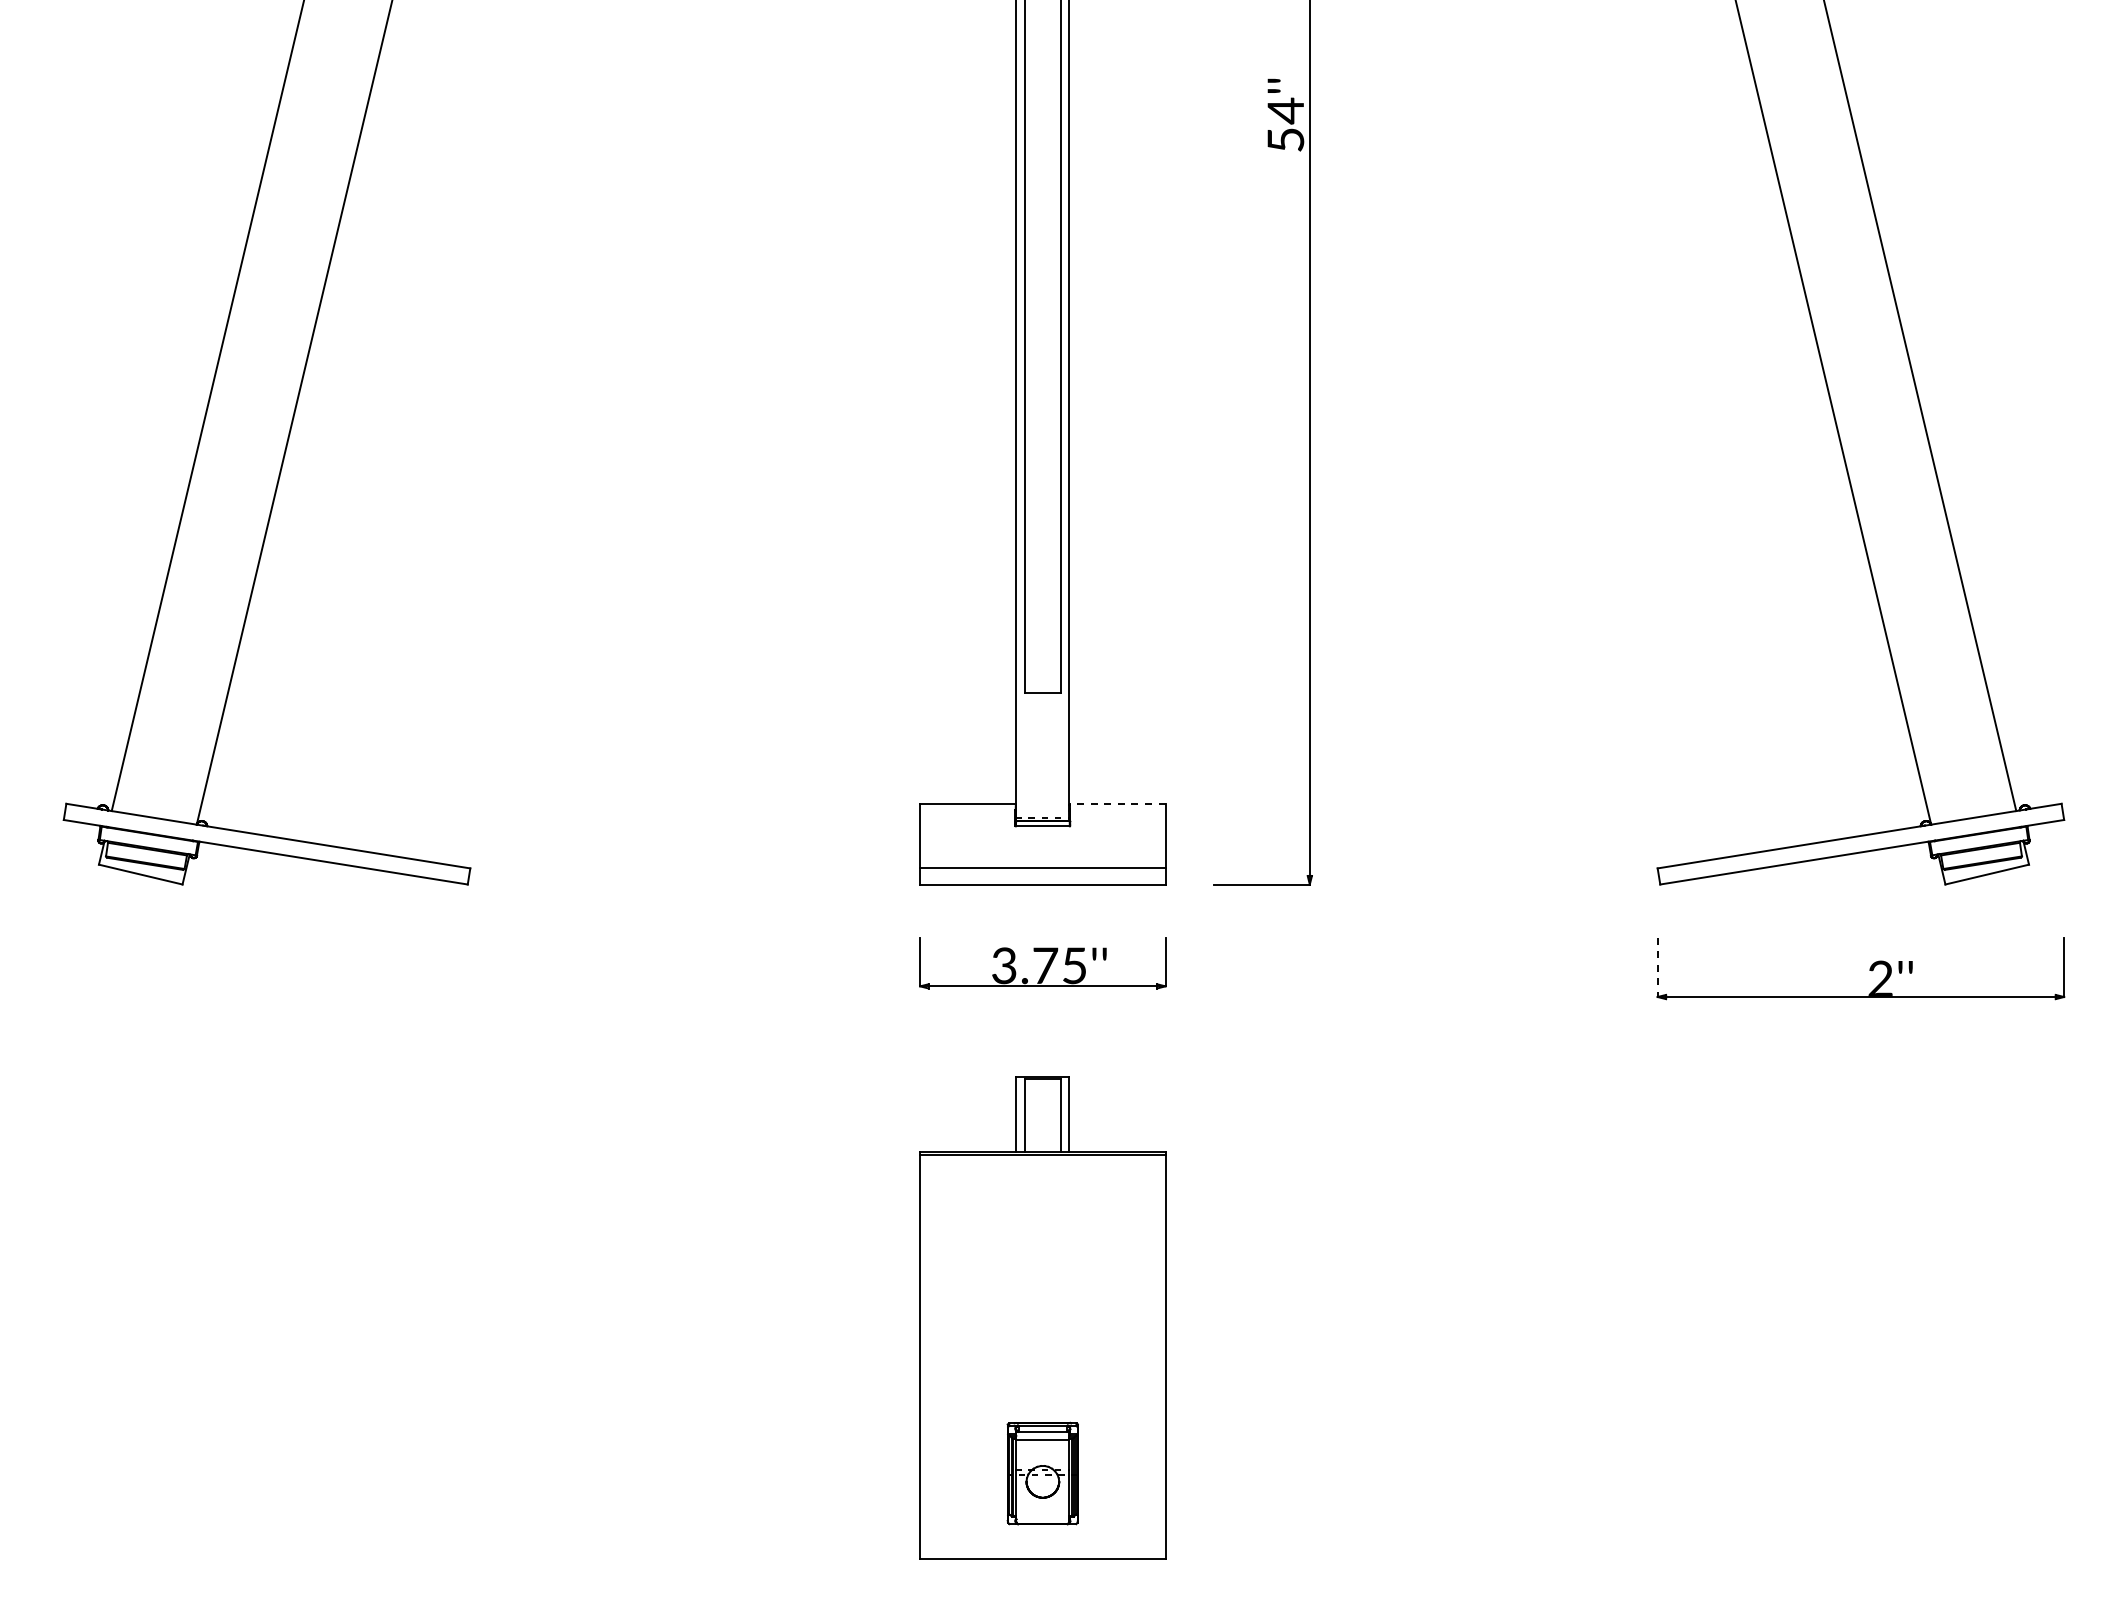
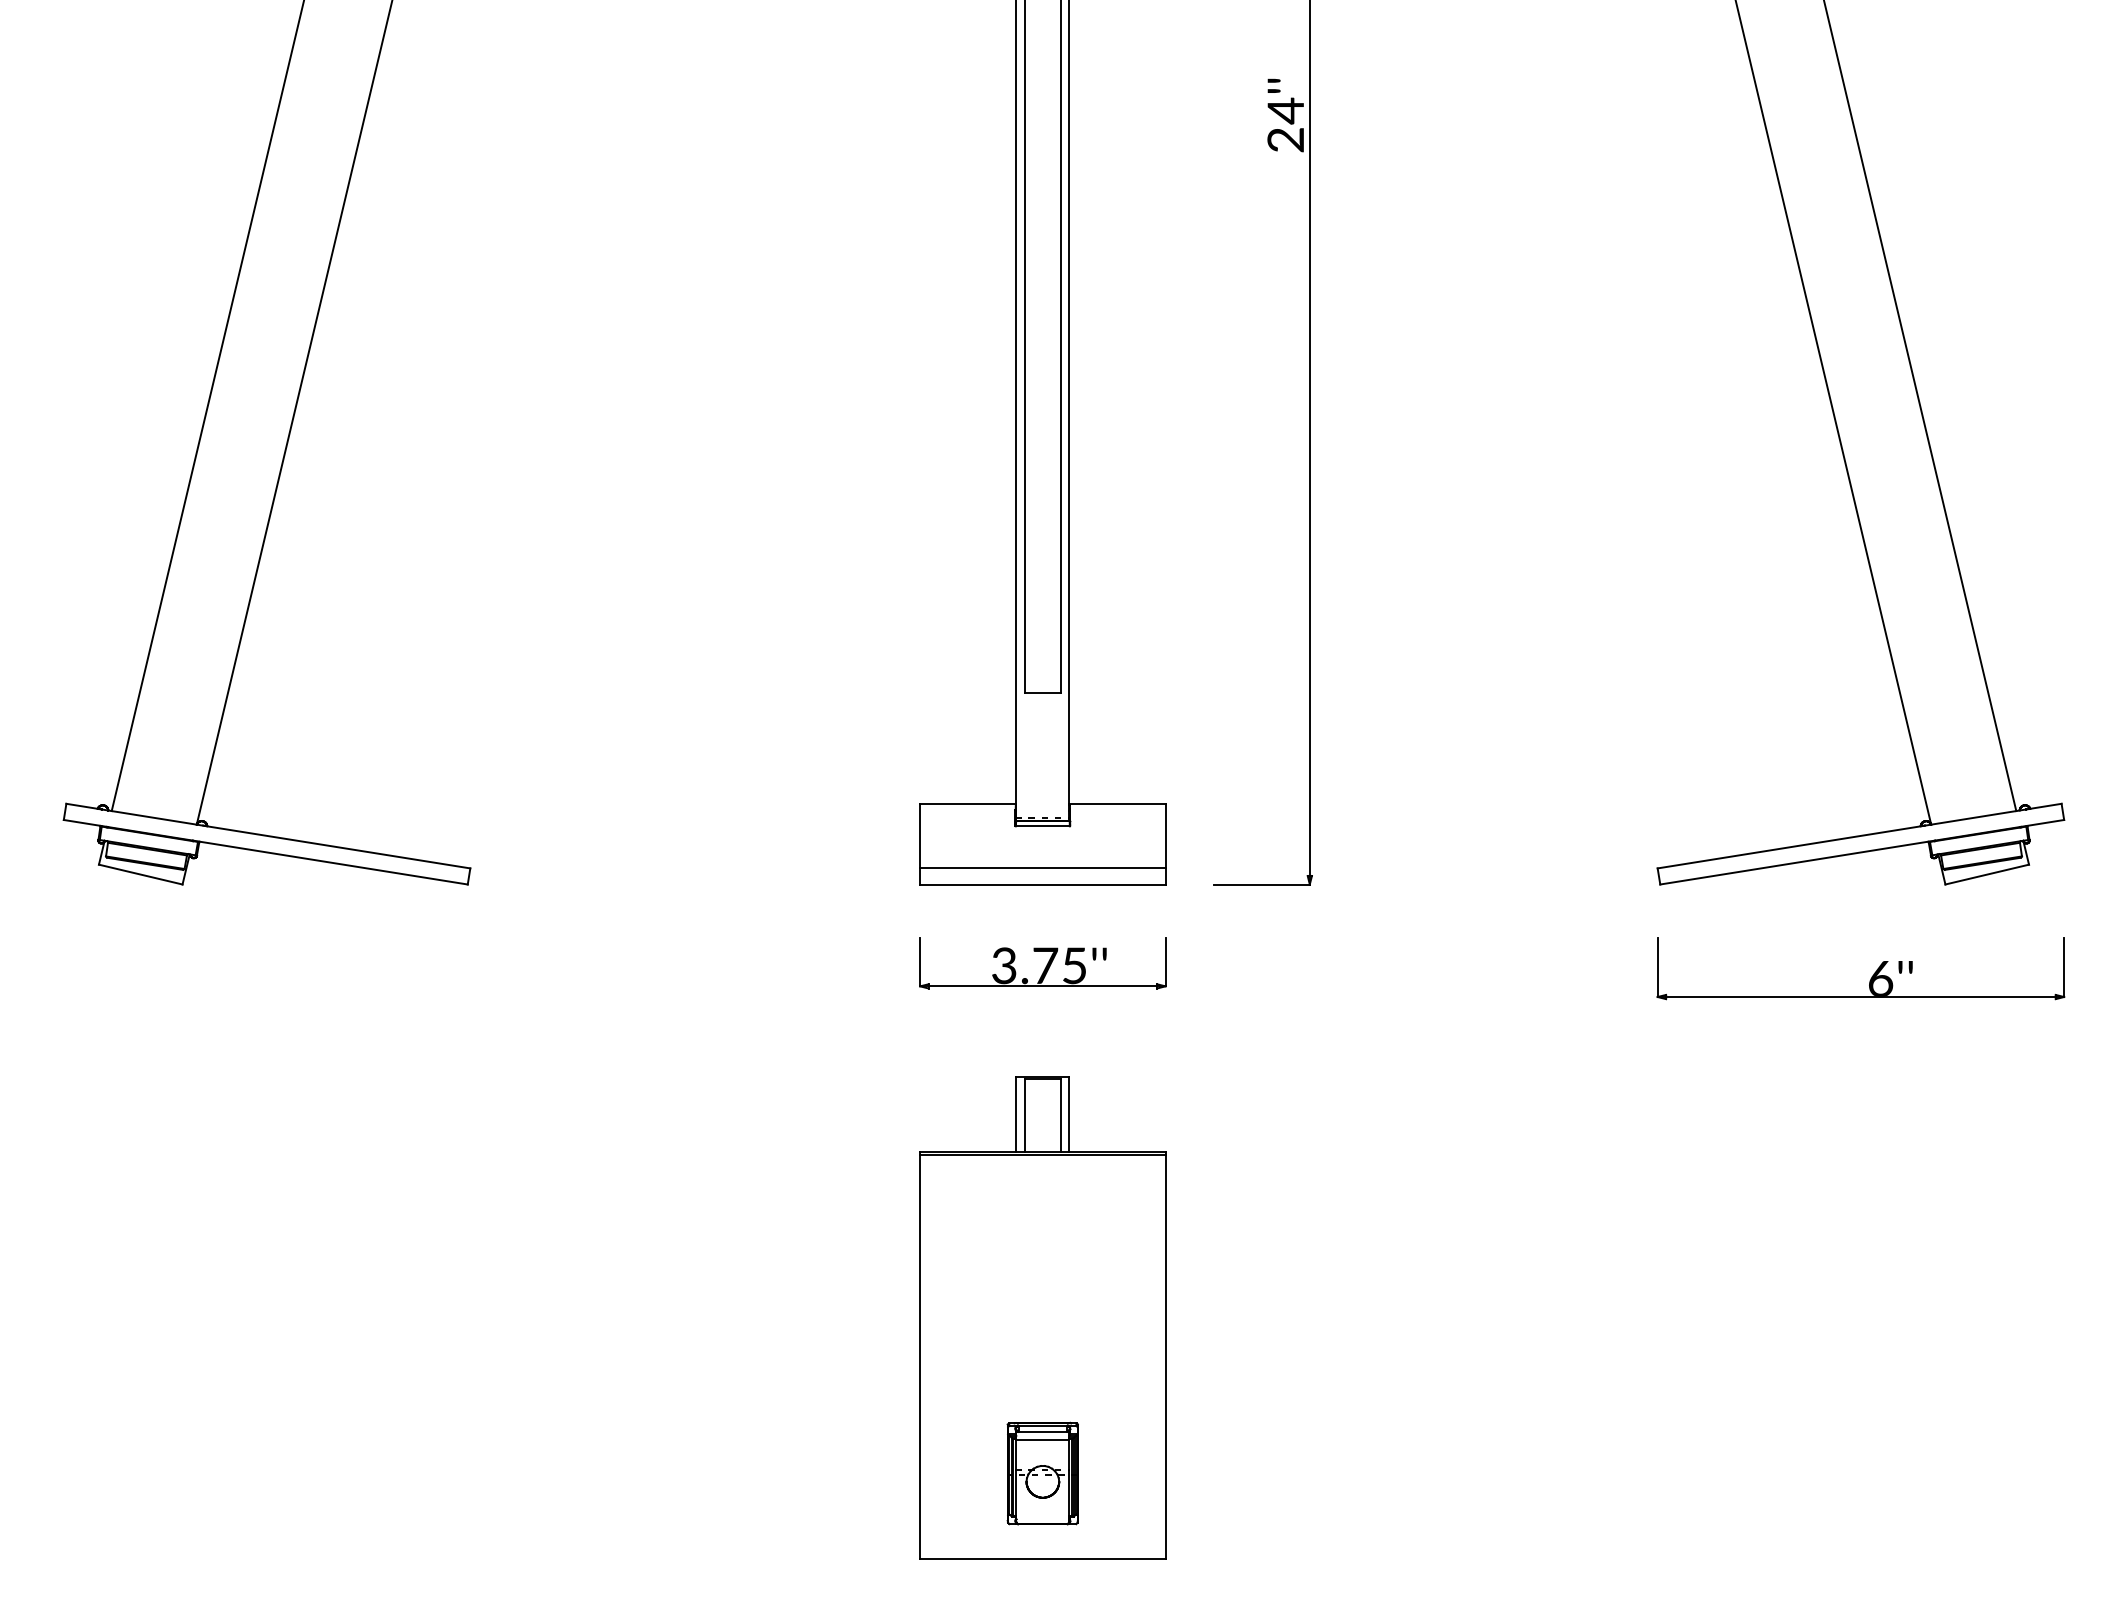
text at (1285, 140): 54'' -> 24''
line at (1116, 803): dashed -> solid
line at (1657, 967): dashed -> solid
text at (1880, 977): 2'' -> 6''
